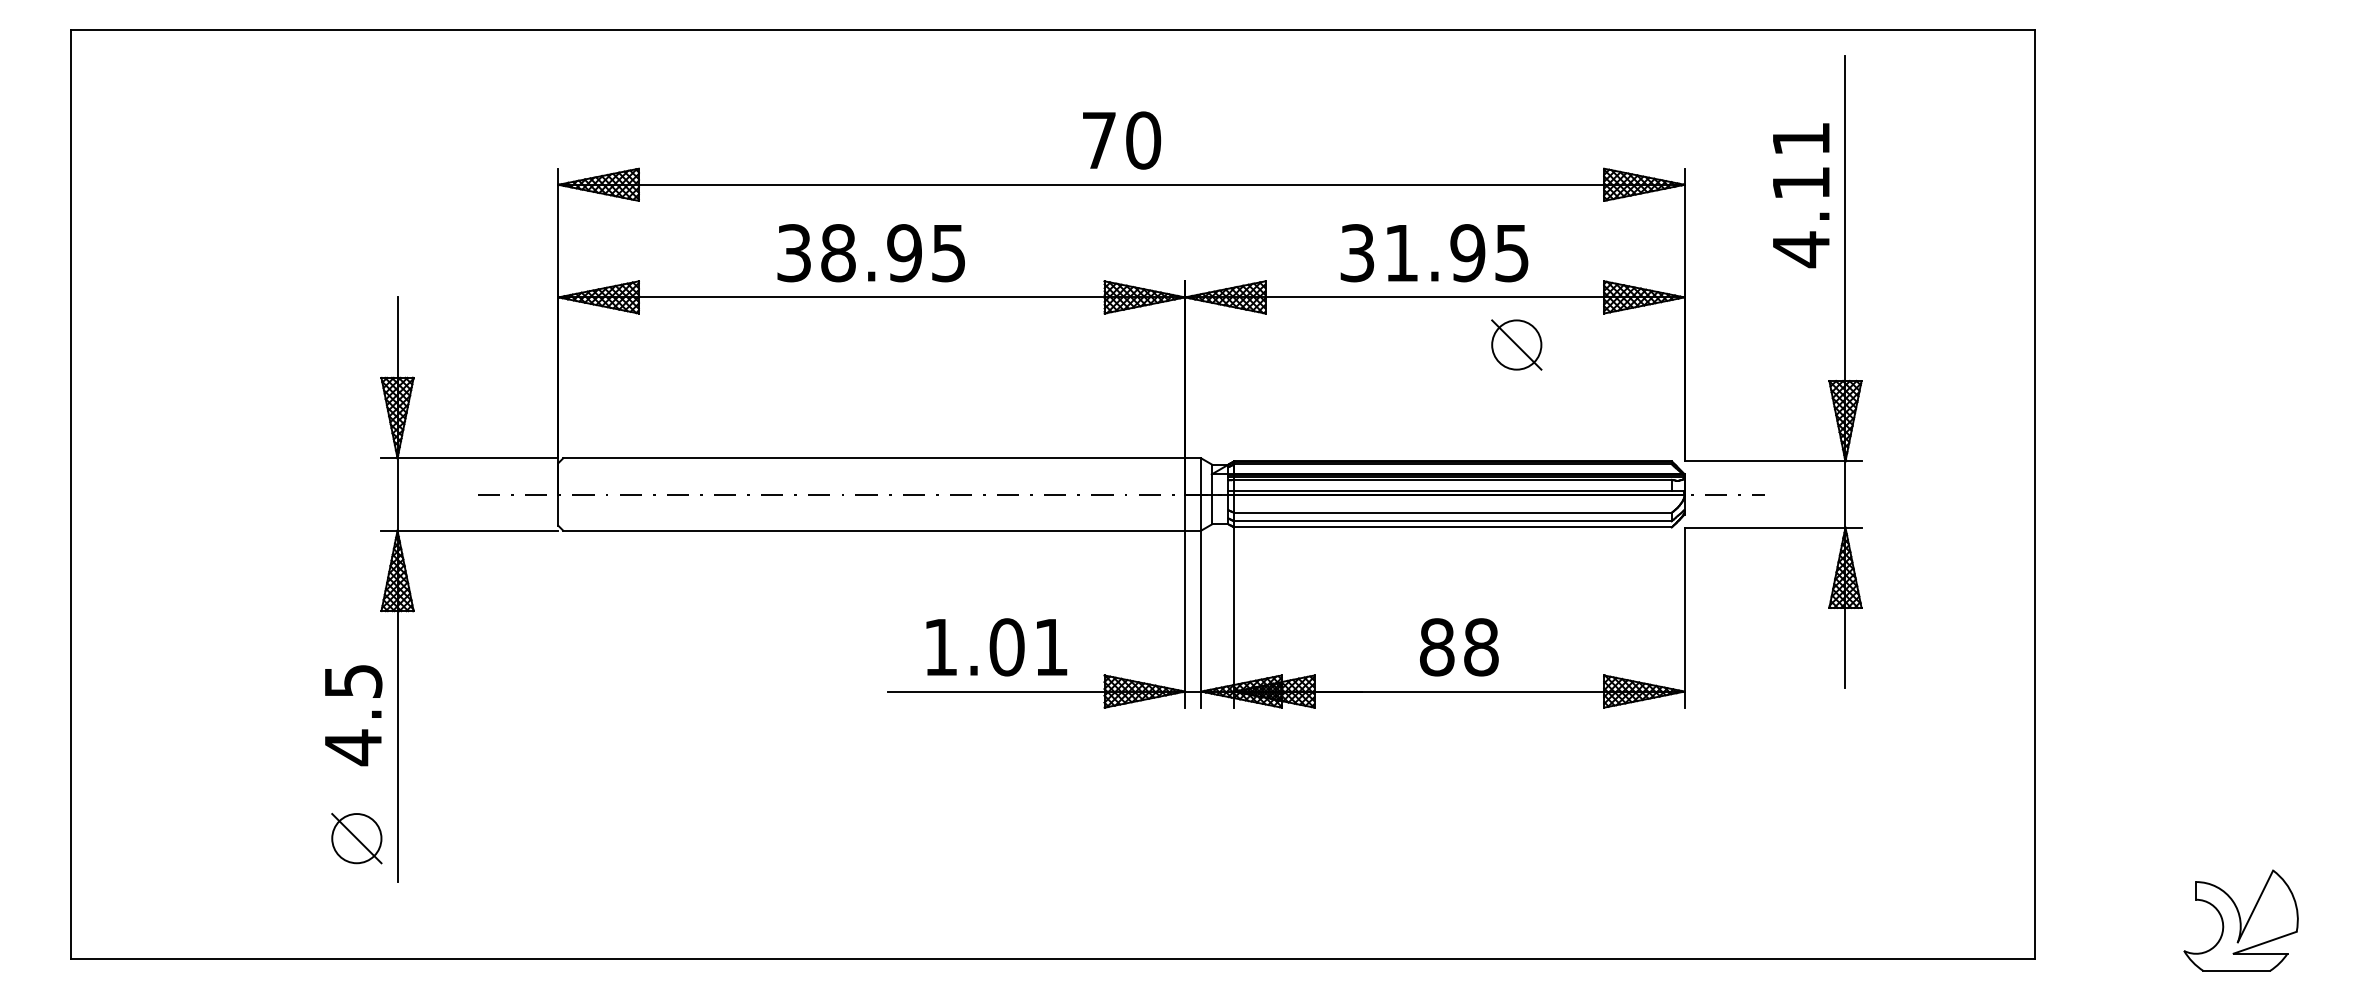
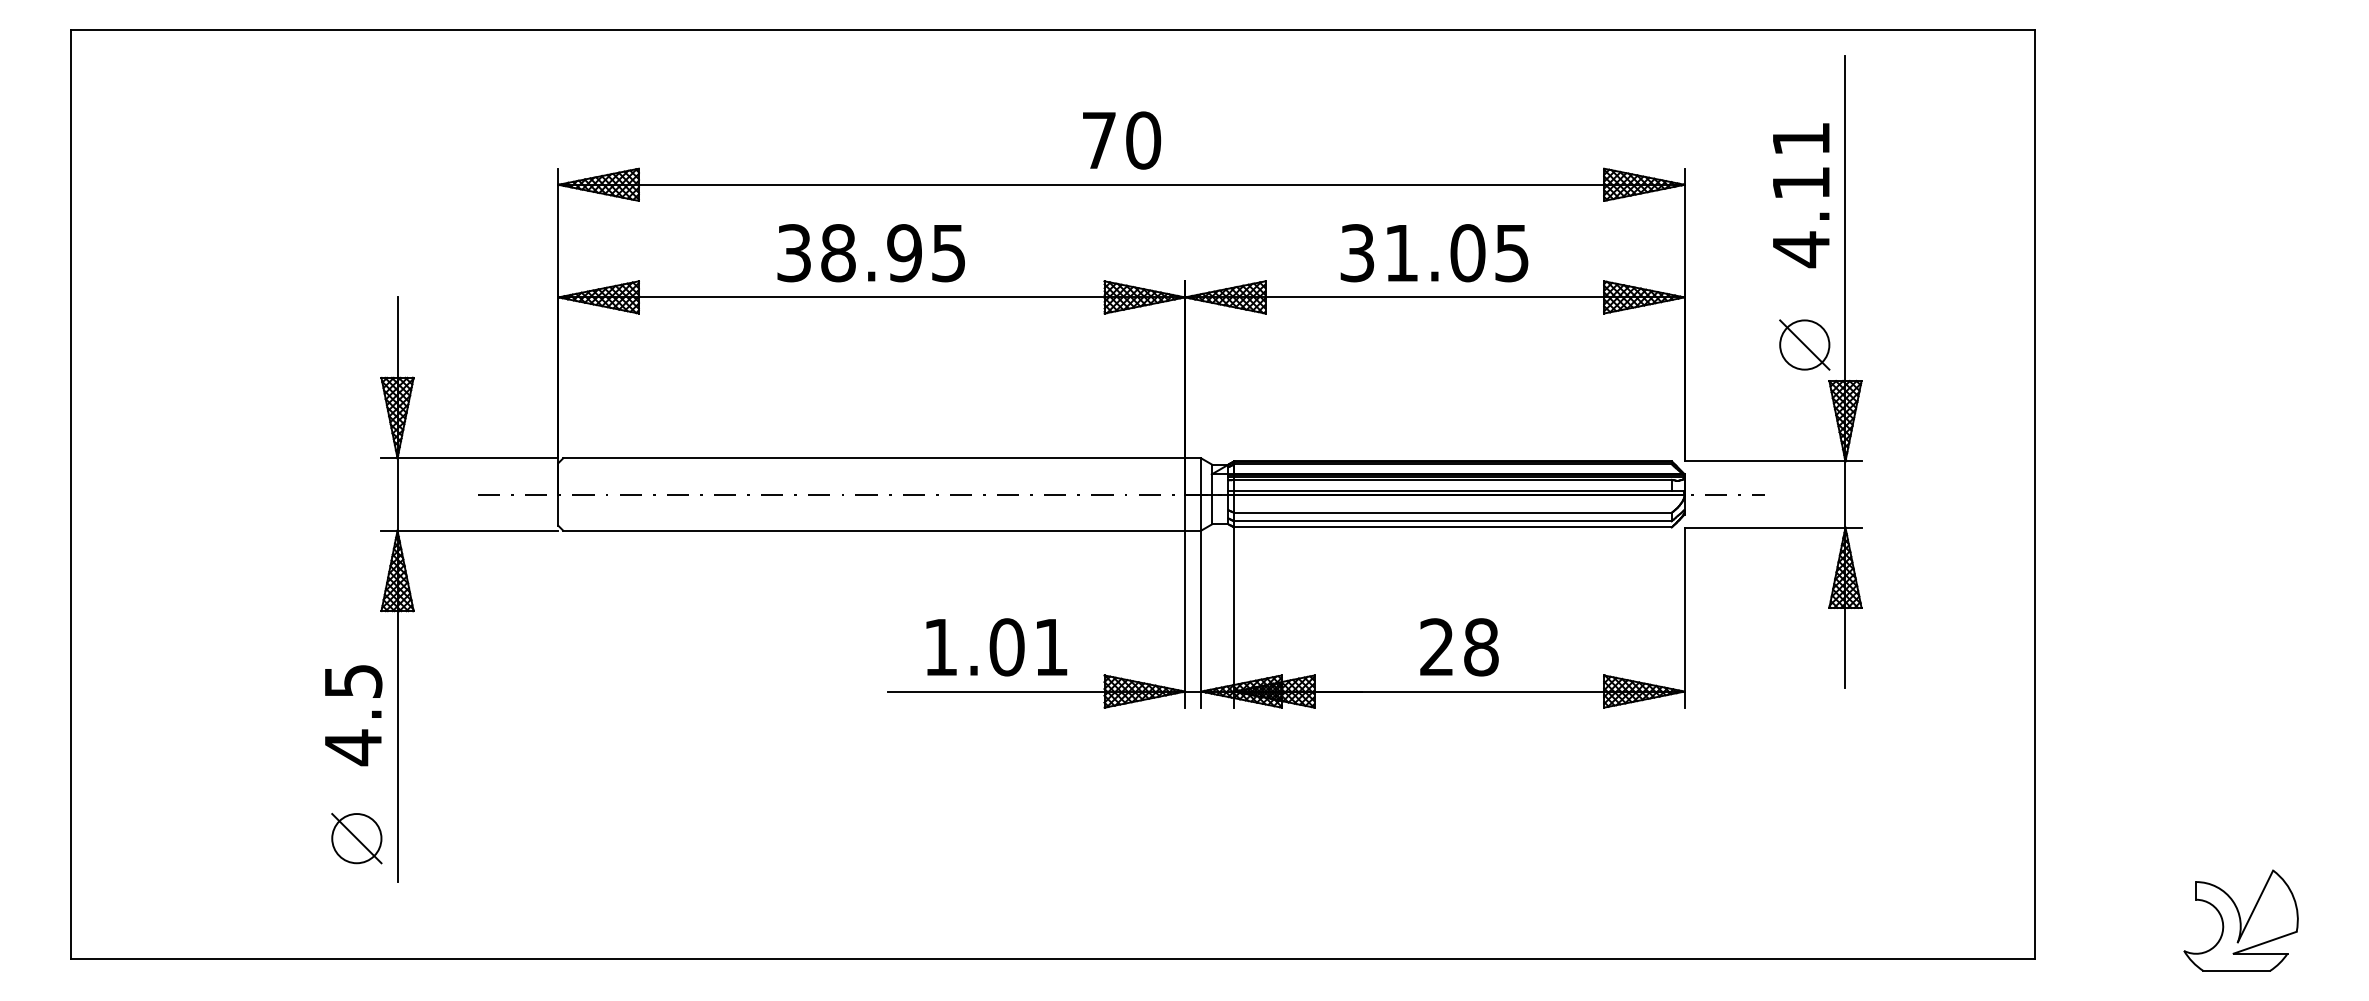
text at (1467, 253): 31.95 -> 31.05
part at (1516, 344) position: (1516, 344) -> (1804, 344)
text at (1437, 647): 88 -> 28
